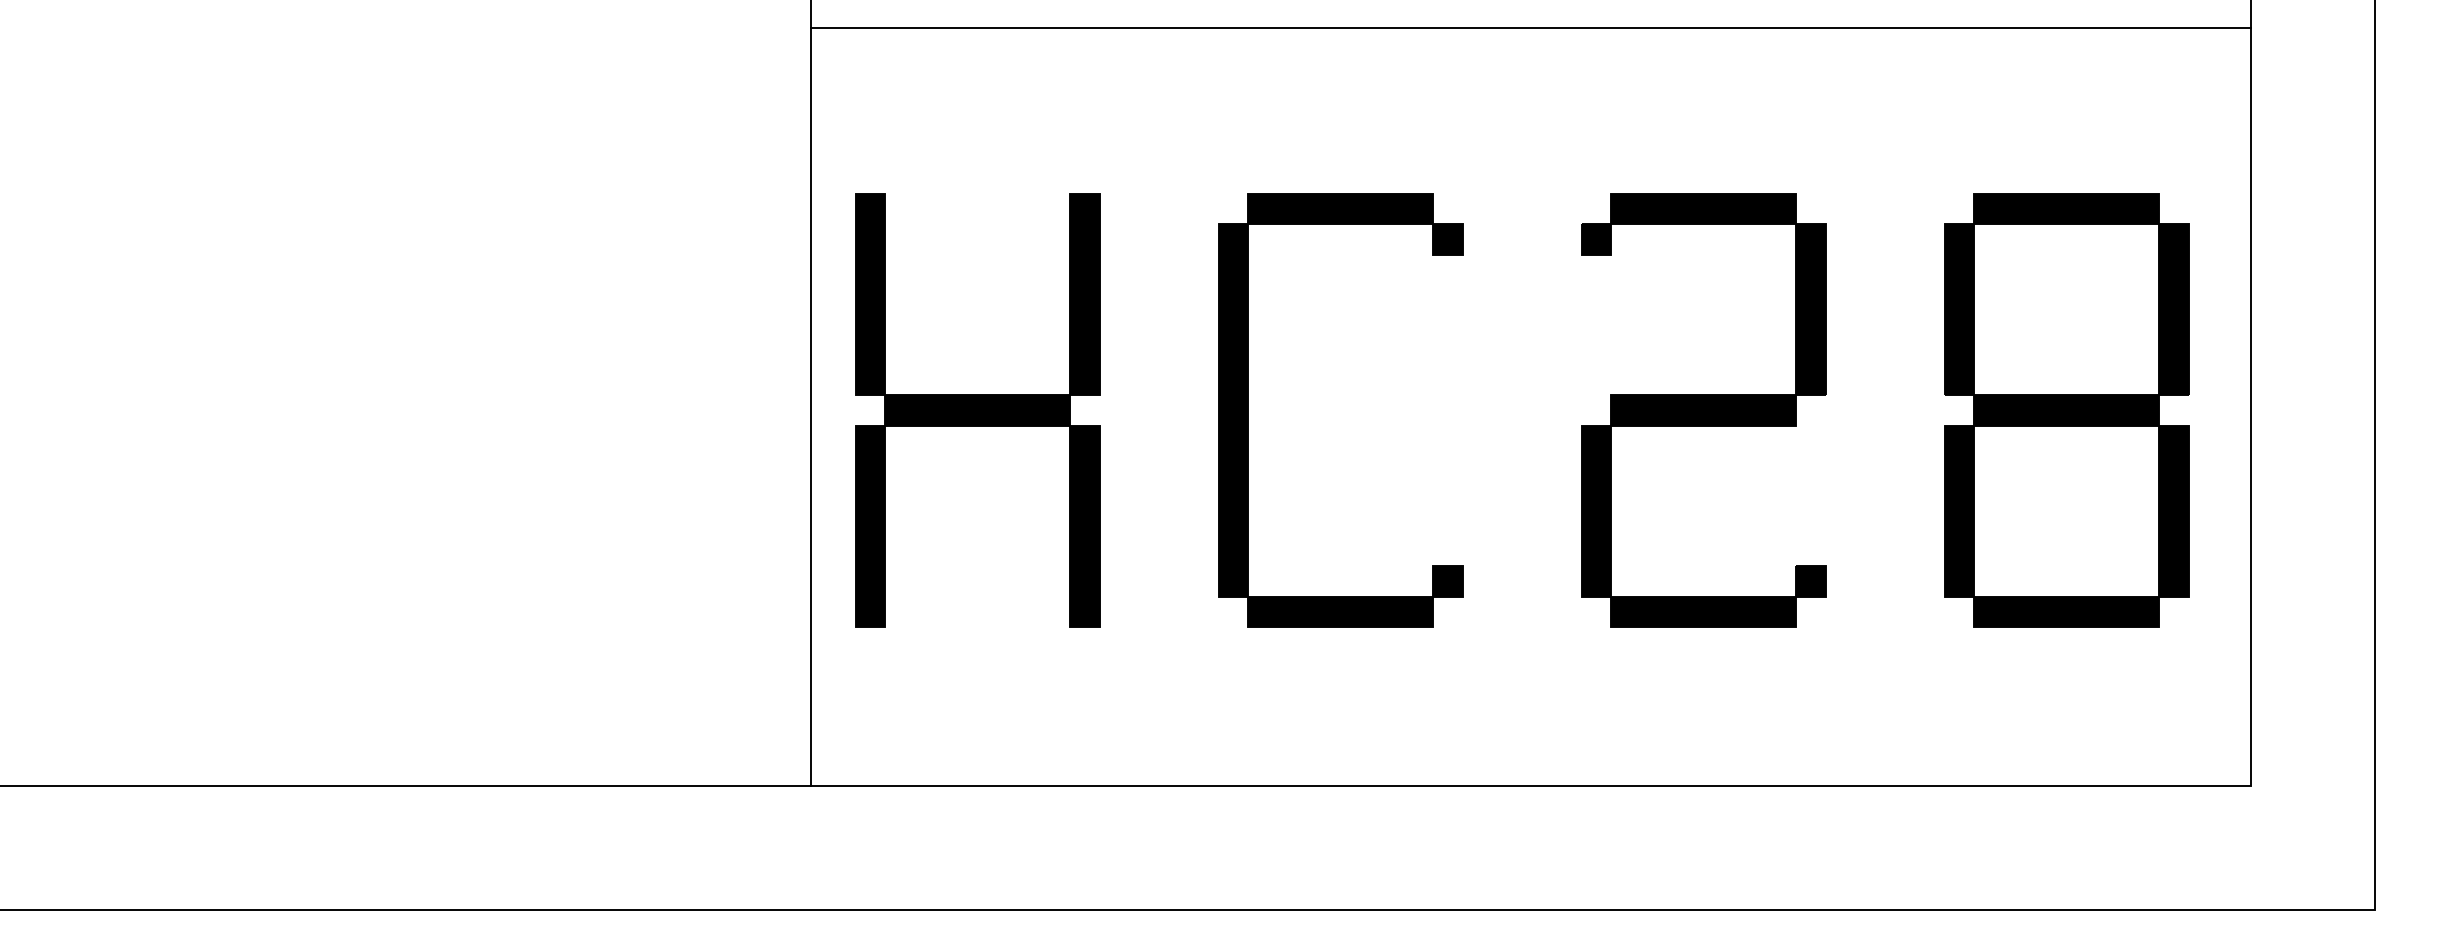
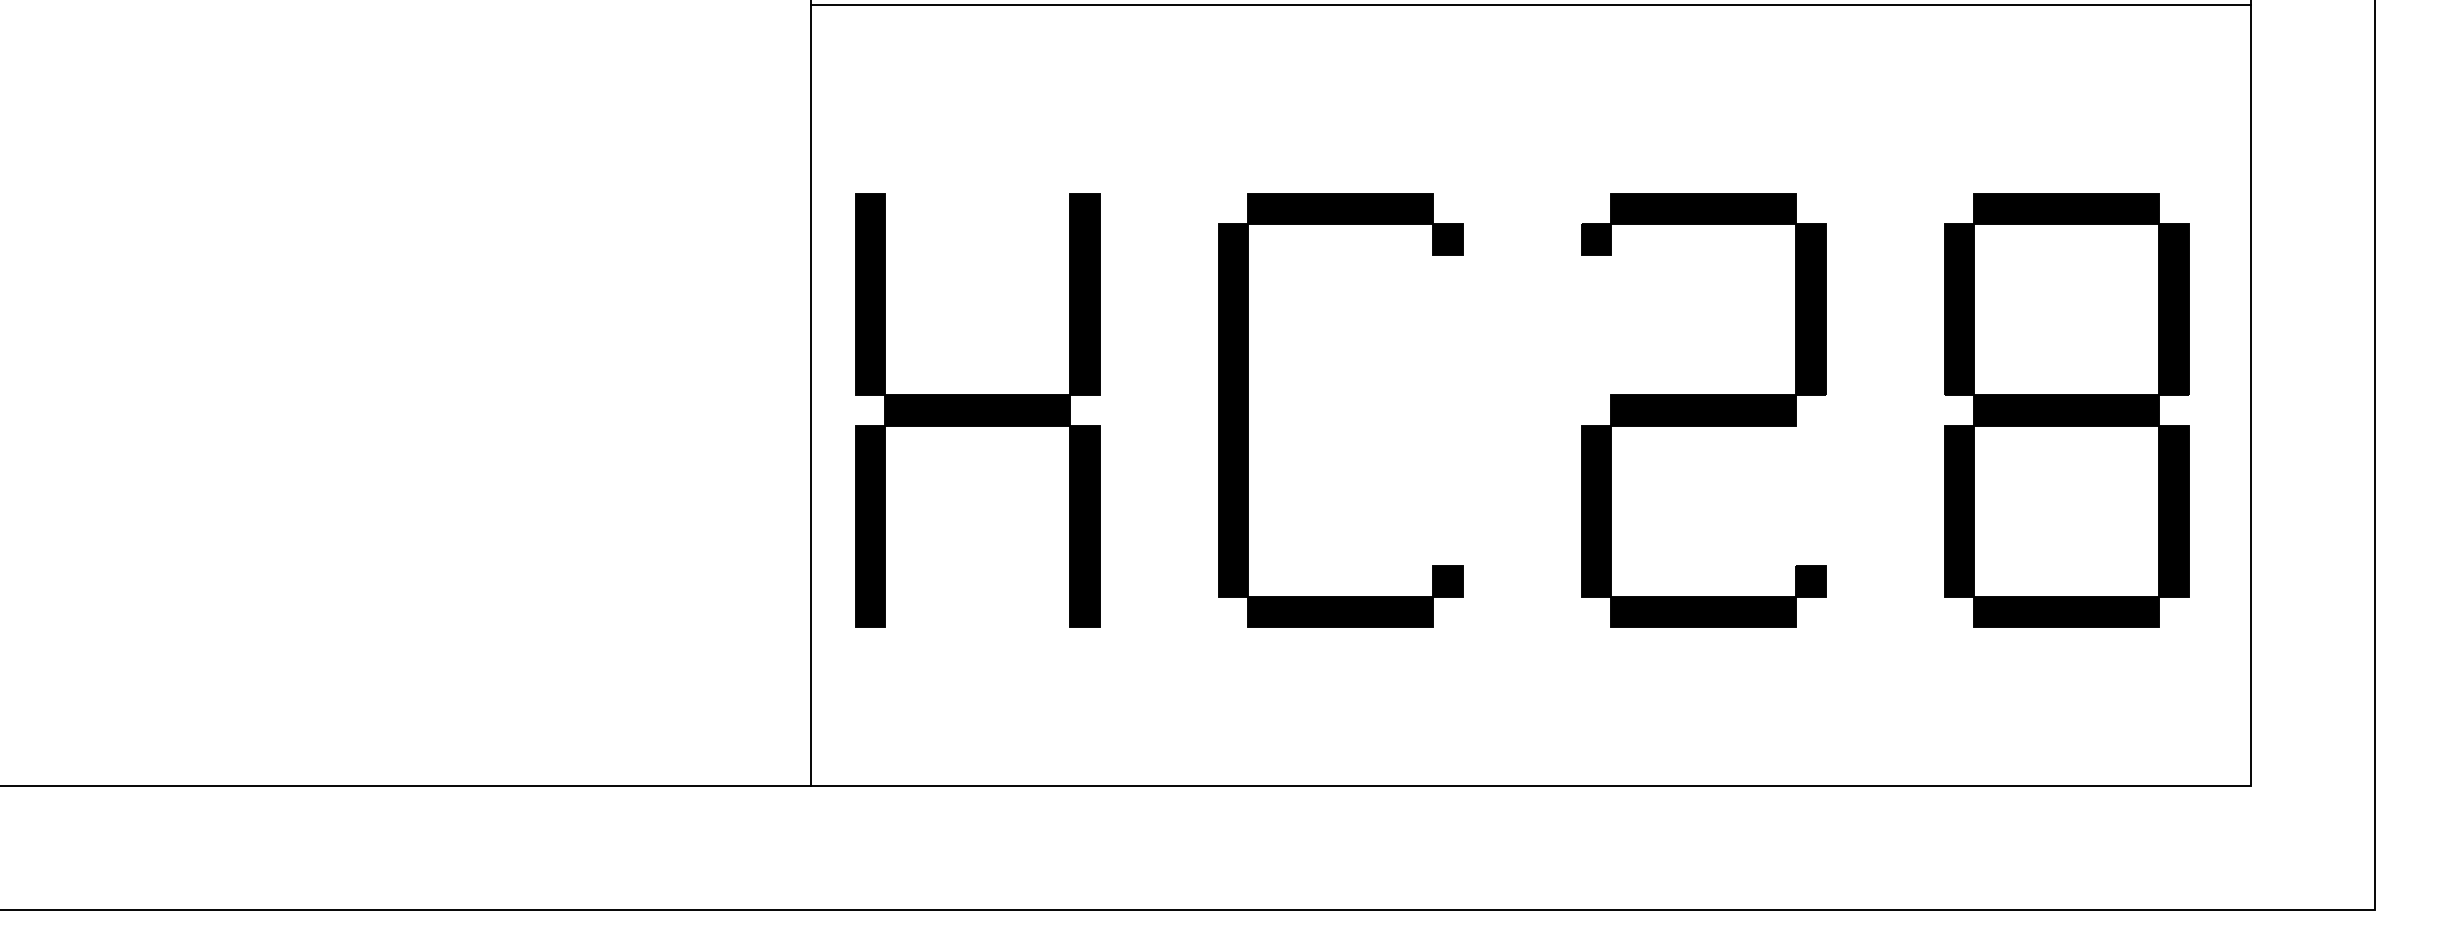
line at (1531, 28) position: (1531, 28) -> (1531, 5)
